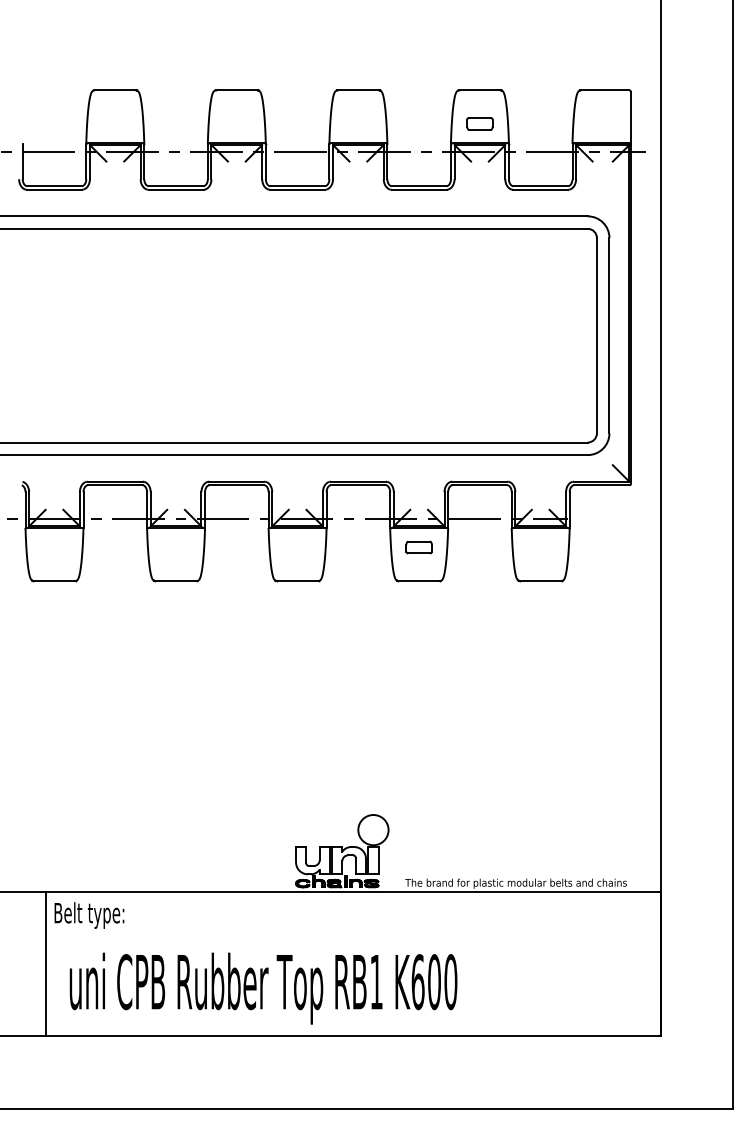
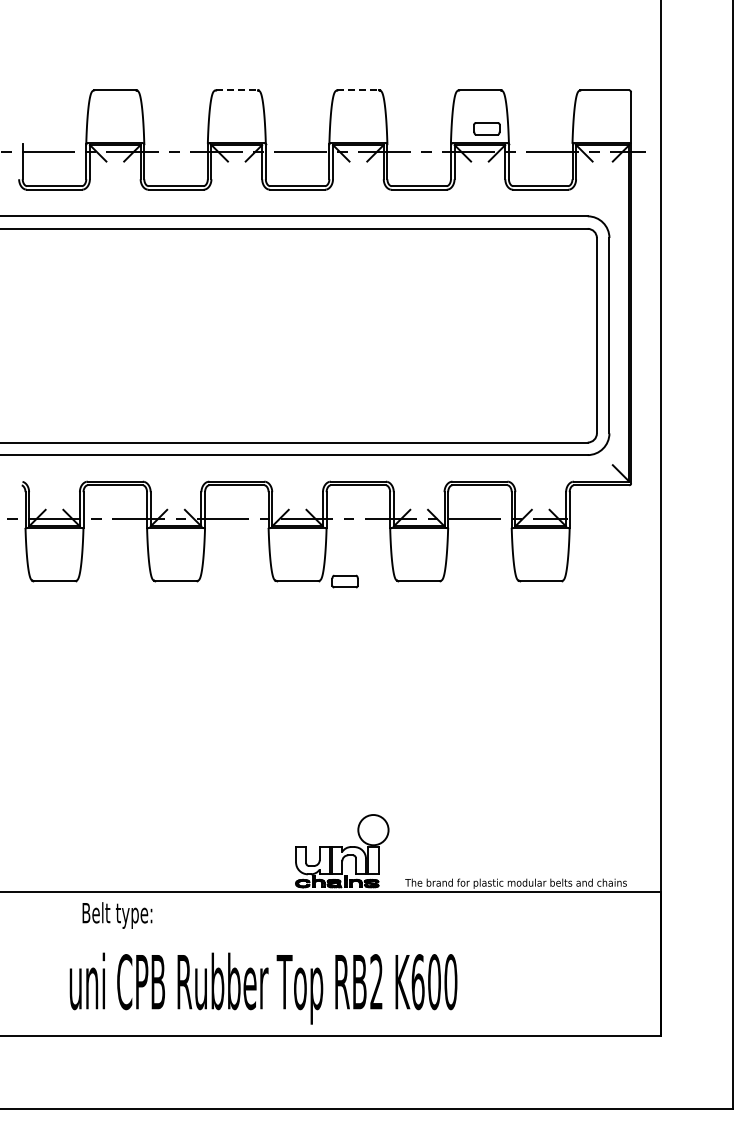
line at (237, 90): solid -> dashed
line at (358, 90): solid -> dashed
part at (479, 123) position: (479, 123) -> (486, 128)
part at (418, 547) position: (418, 547) -> (344, 581)
text at (89, 915) position: (89, 915) -> (117, 915)
line at (45, 963): present -> none
text at (376, 981): RB1 -> RB2
